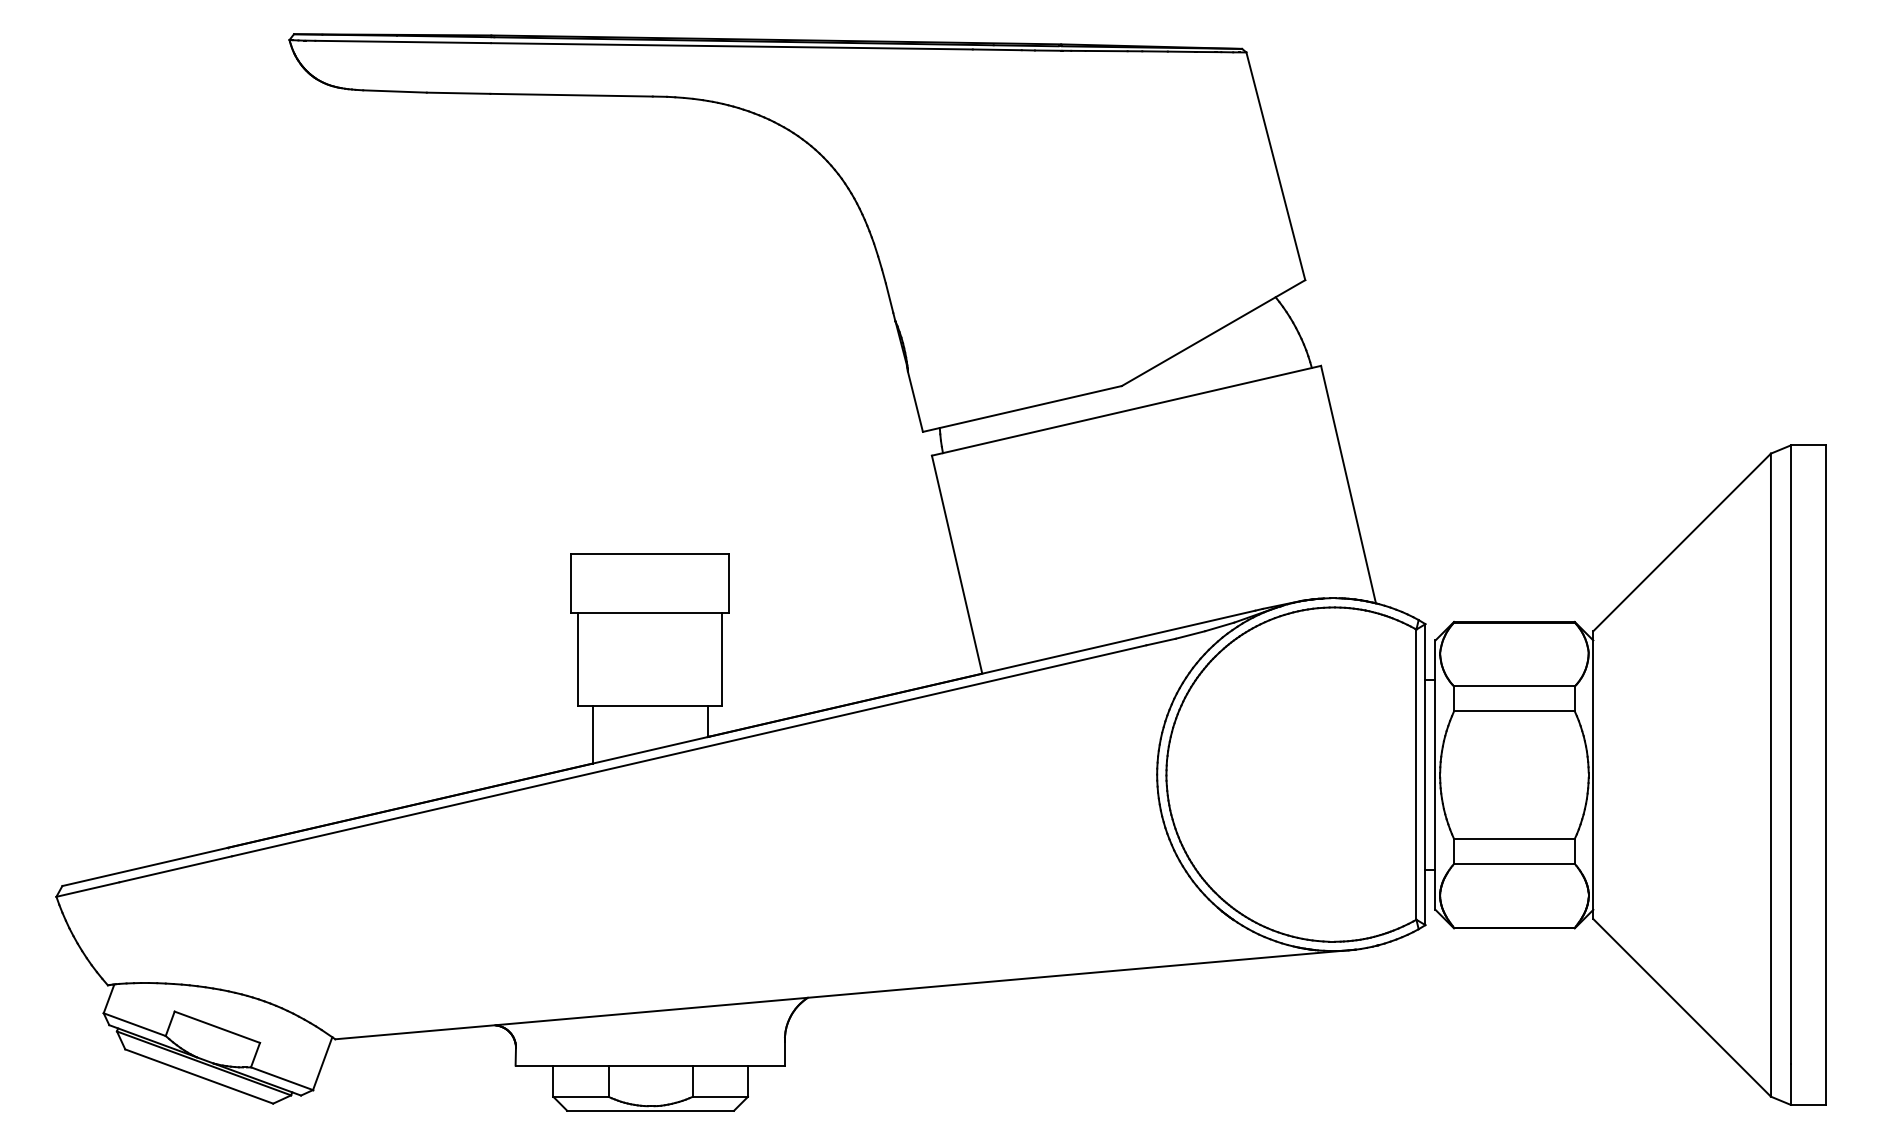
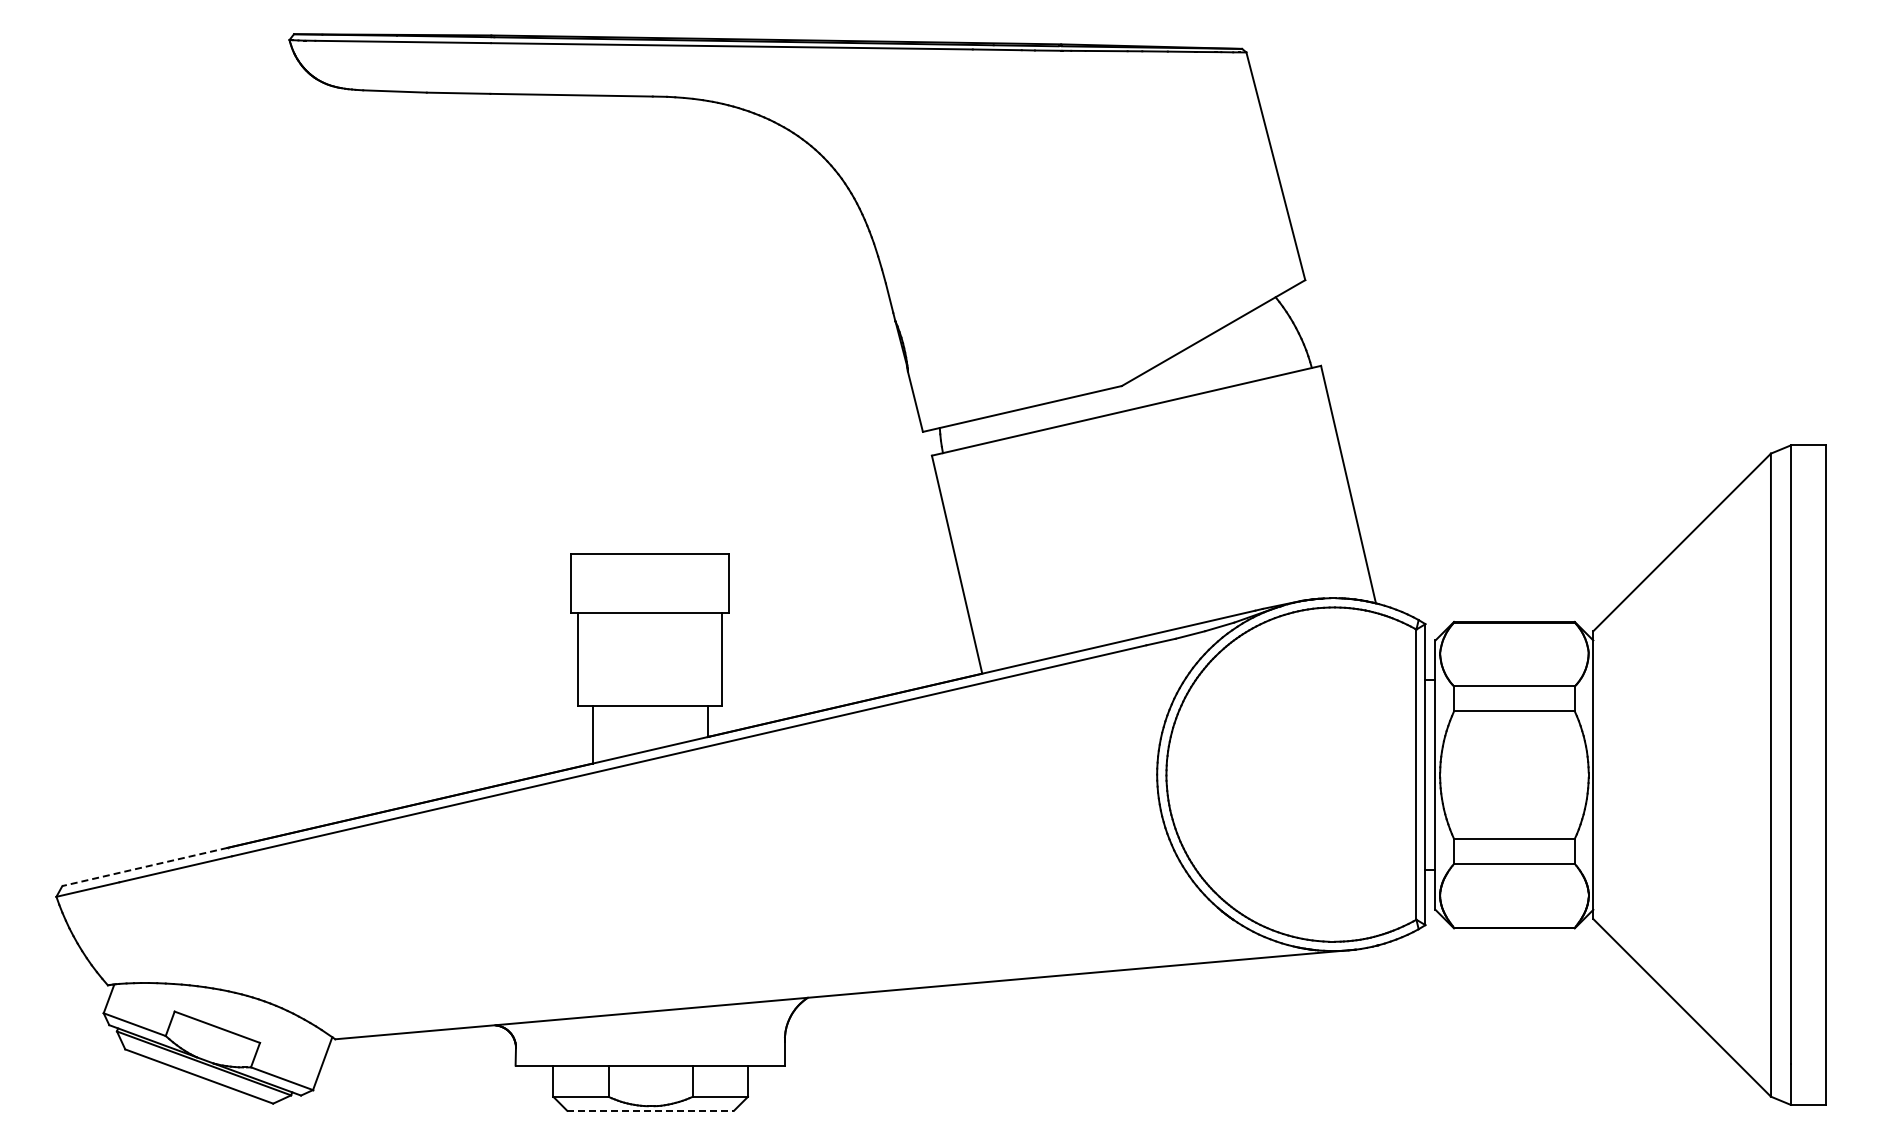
line at (145, 866): solid -> dashed
line at (651, 1110): solid -> dashed
